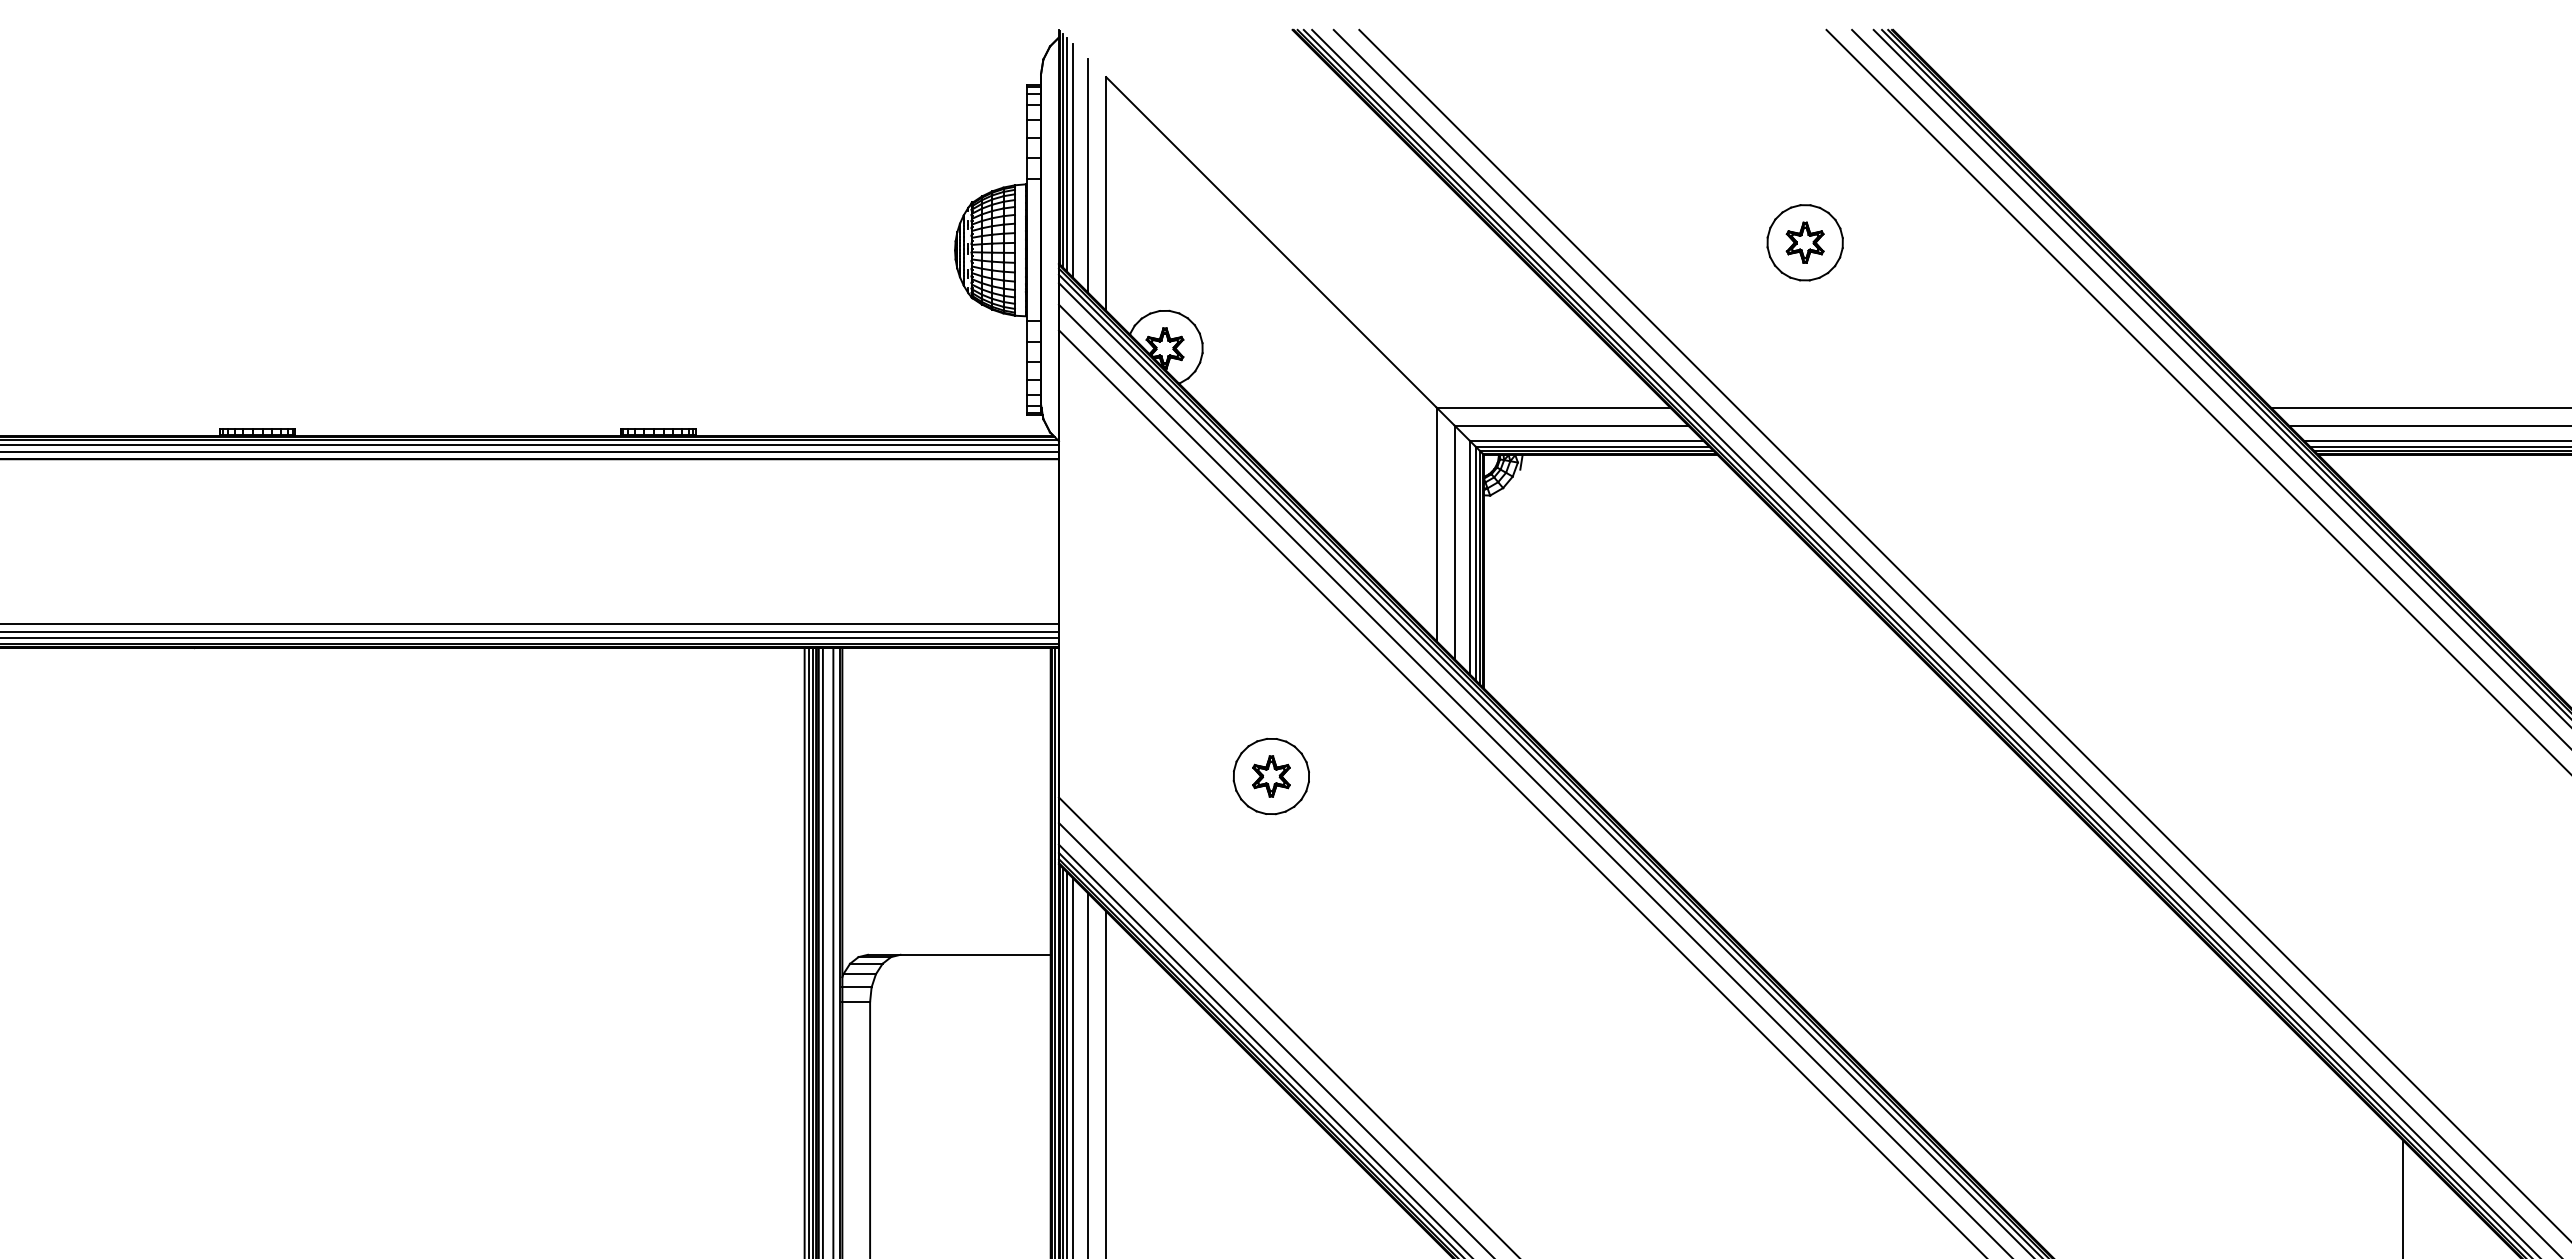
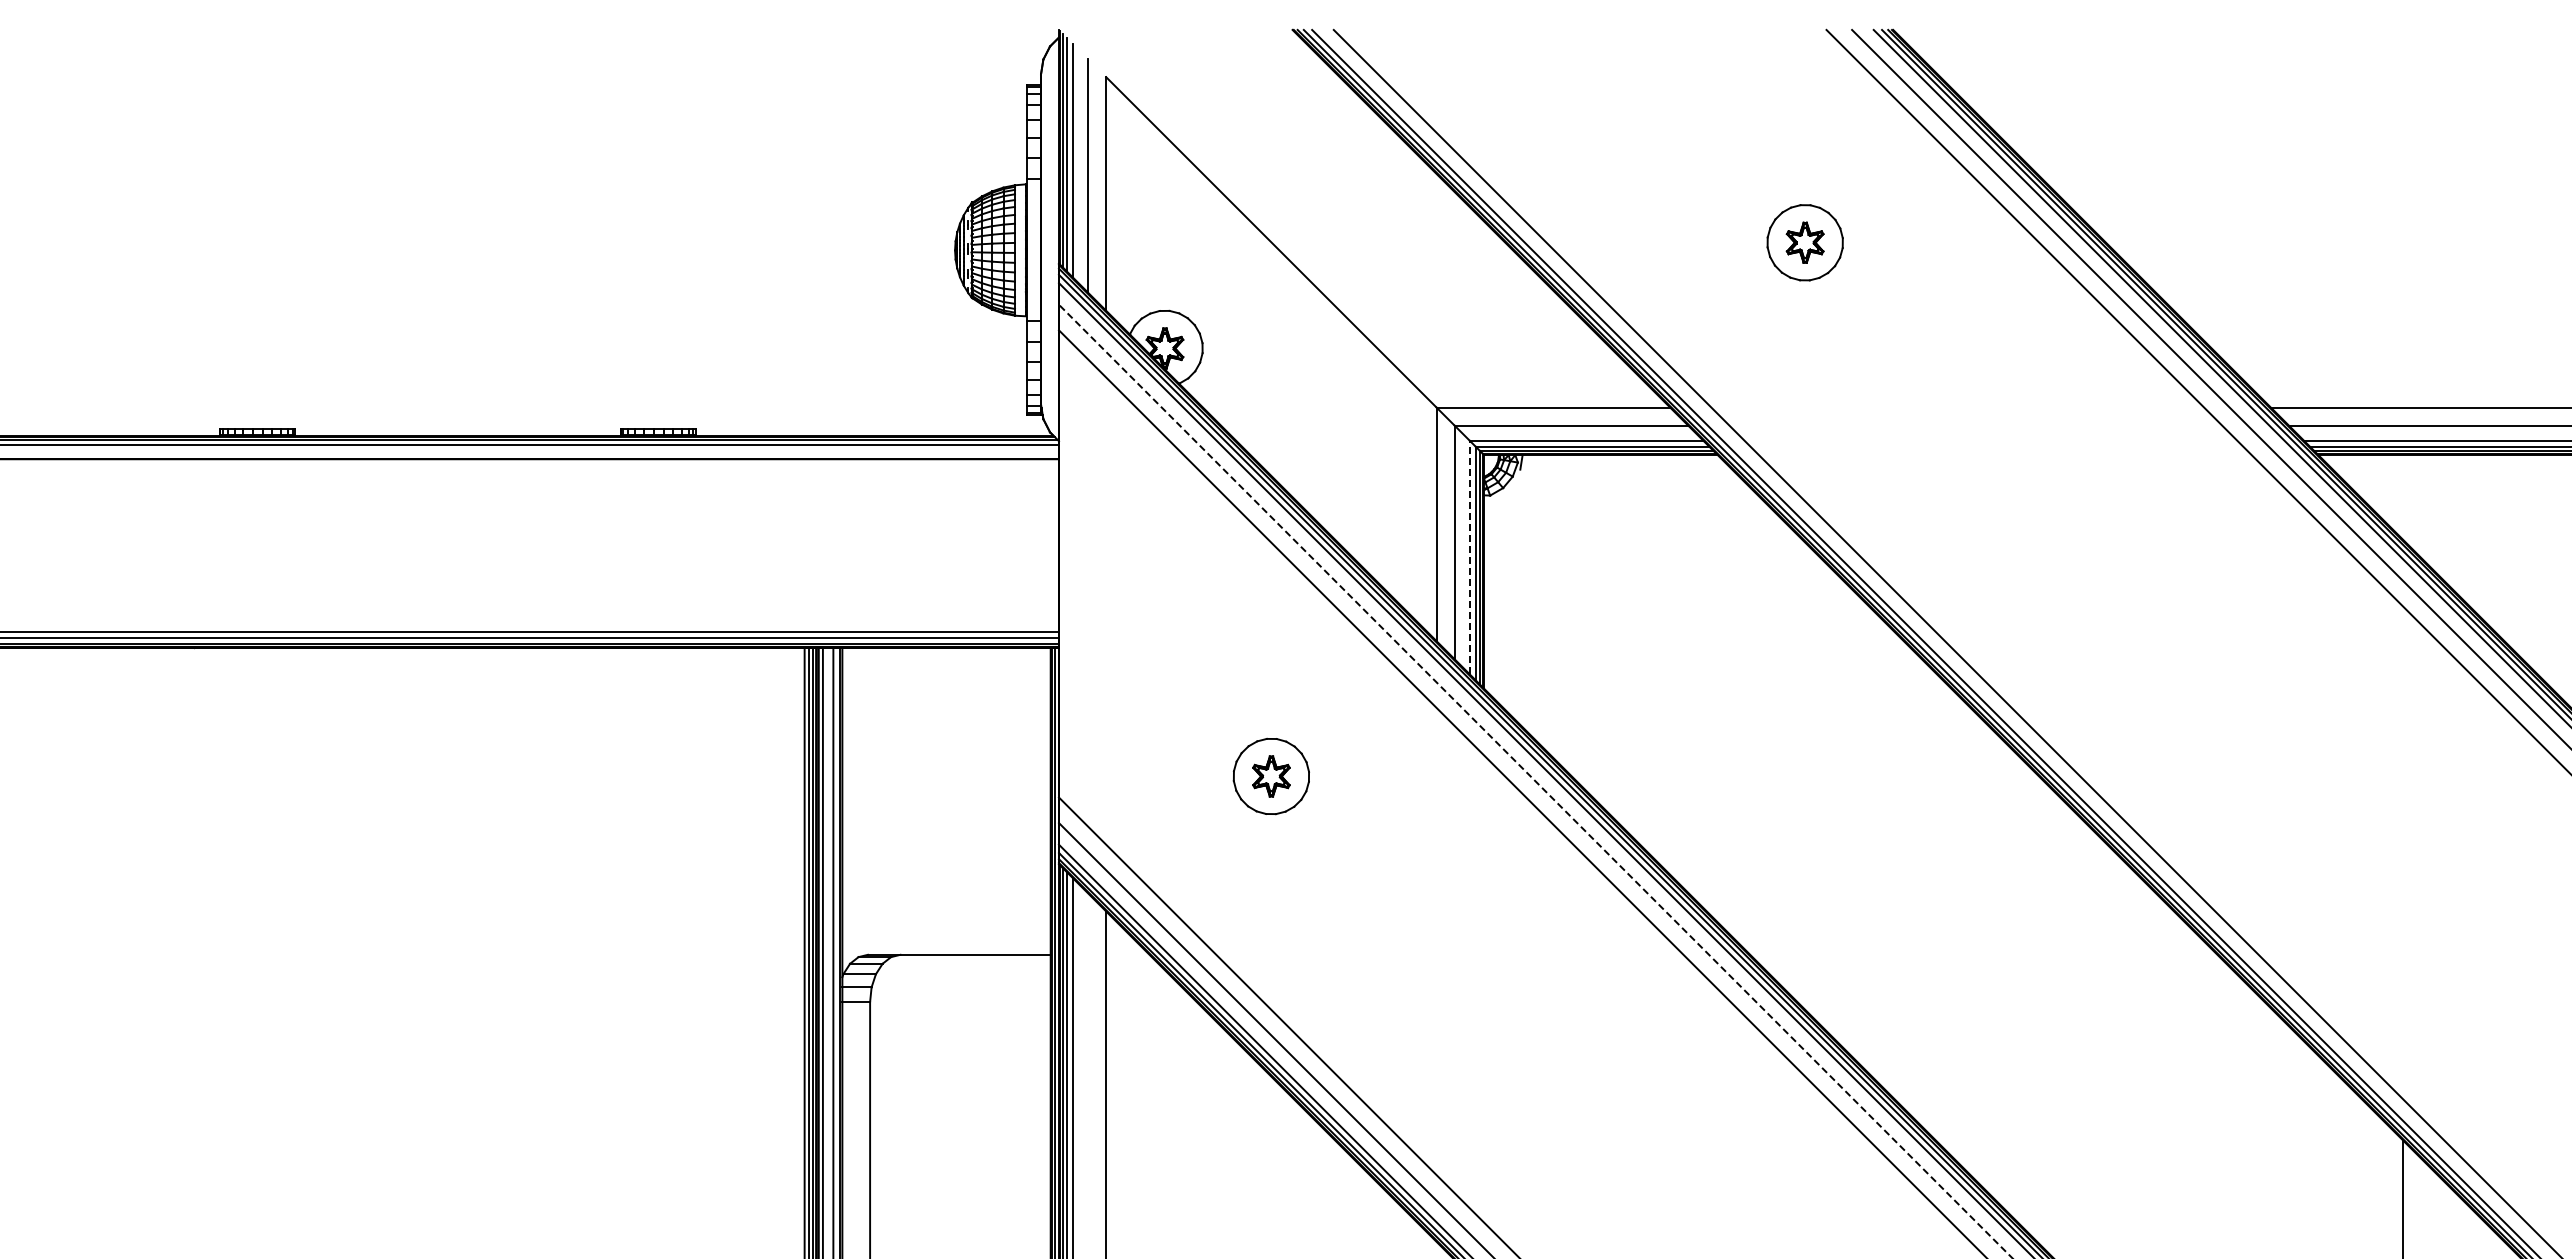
line at (530, 451): present -> none
line at (1469, 557): solid -> dashed
line at (530, 624): present -> none
line at (1963, 634): present -> none
line at (1535, 781): solid -> dashed
line at (1088, 1074): present -> none
